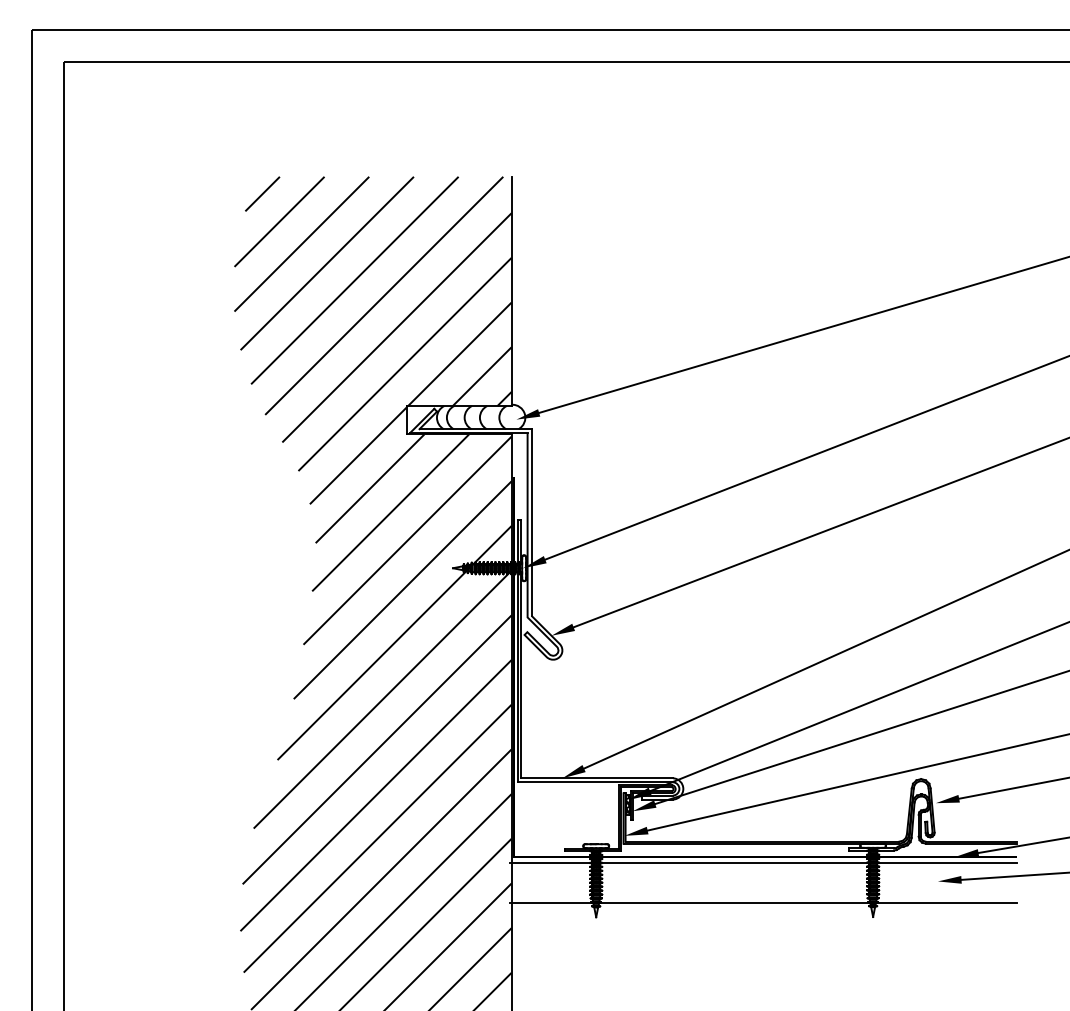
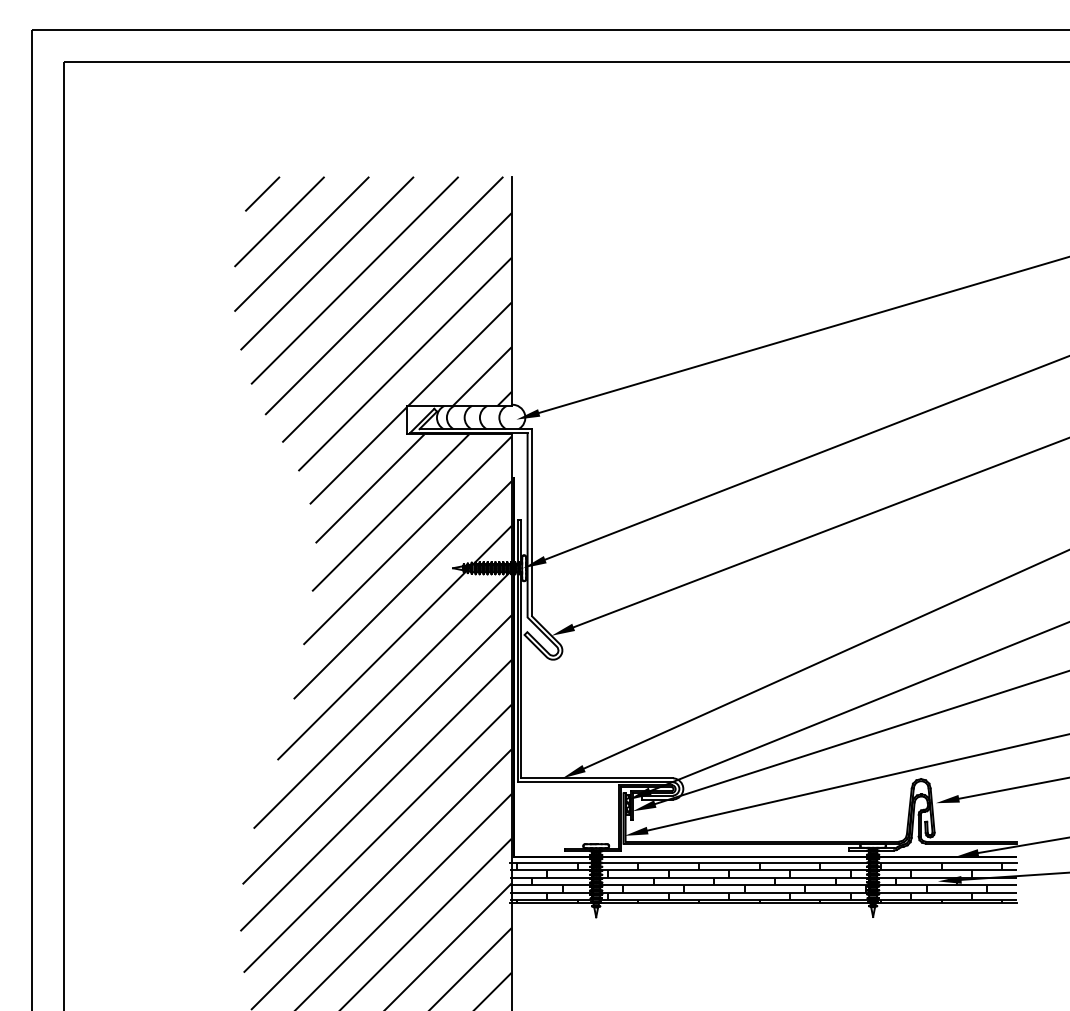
hatch at (551, 882): none -> present
hatch at (807, 882): none -> present
